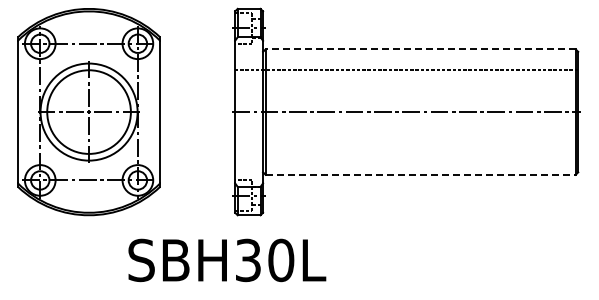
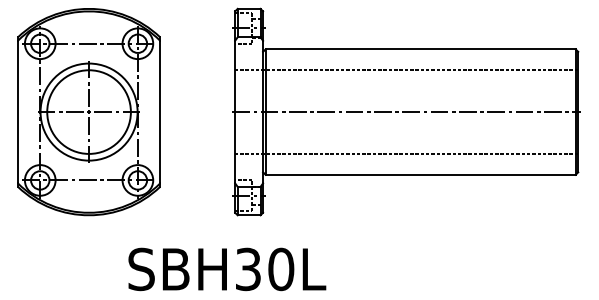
line at (420, 49): dashed -> solid
line at (406, 153): none -> present
line at (421, 174): dashed -> solid
text at (227, 260) position: (227, 260) -> (227, 269)
